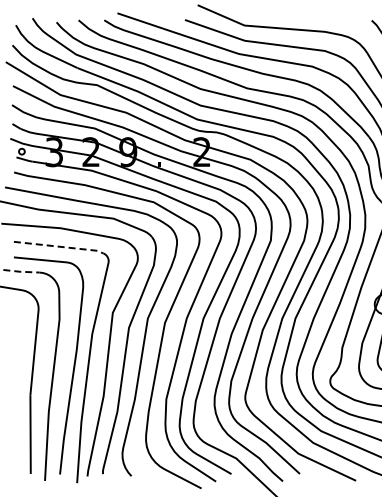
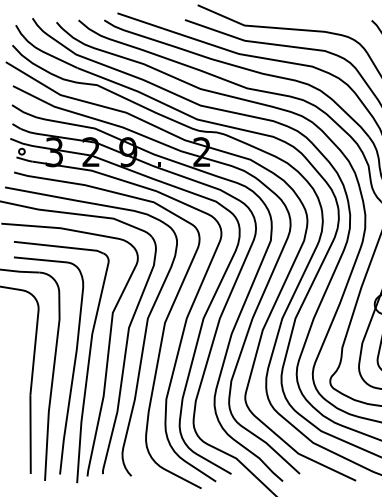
line at (60, 246): dashed -> solid
line at (20, 271): dashed -> solid
